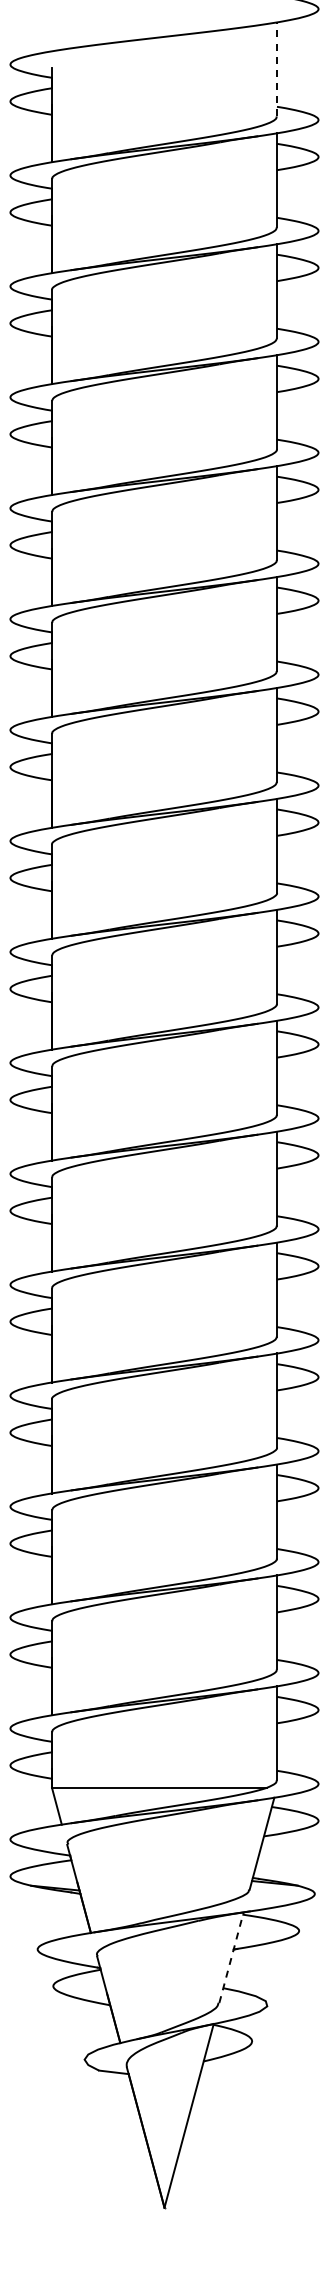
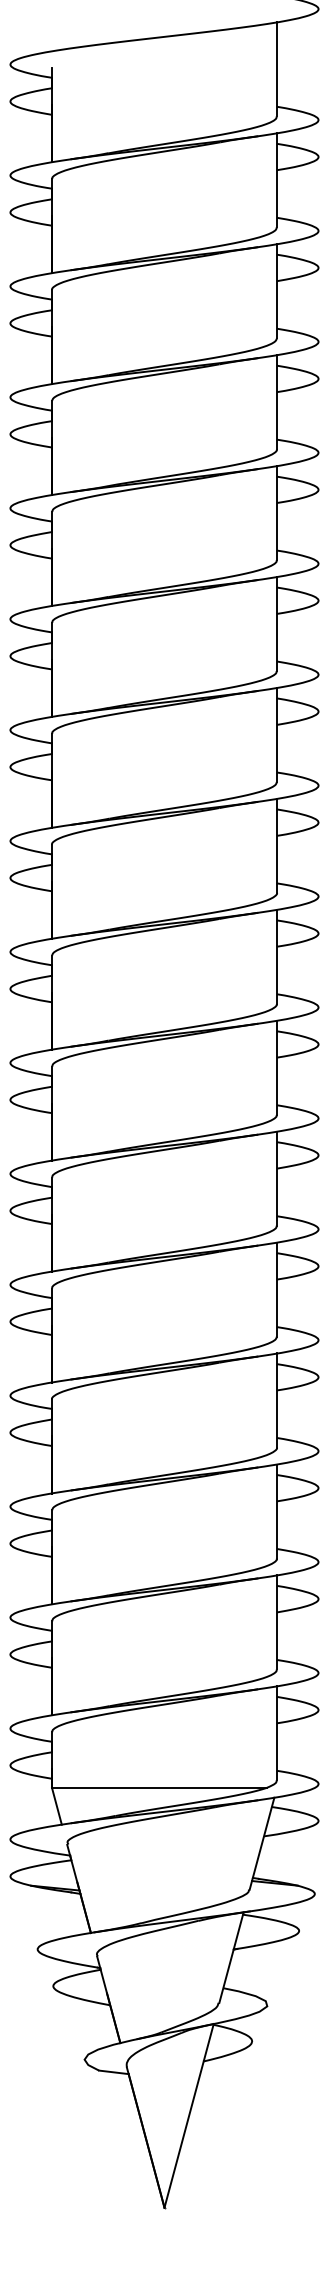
line at (276, 68): dashed -> solid
line at (231, 1957): dashed -> solid
